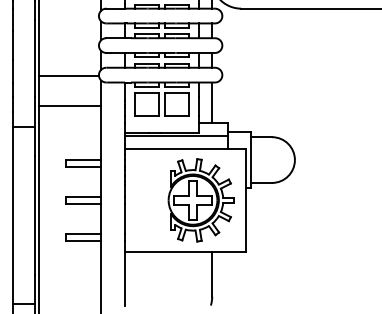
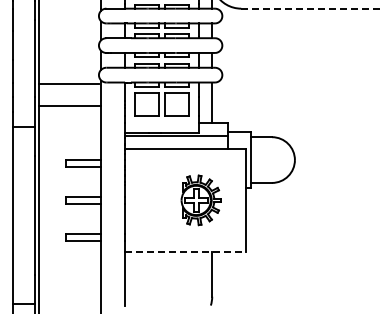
line at (311, 8): solid -> dashed
line at (68, 76) position: (68, 76) -> (68, 84)
part at (200, 200) size: 68x85 px -> 42x53 px
line at (185, 252): solid -> dashed
